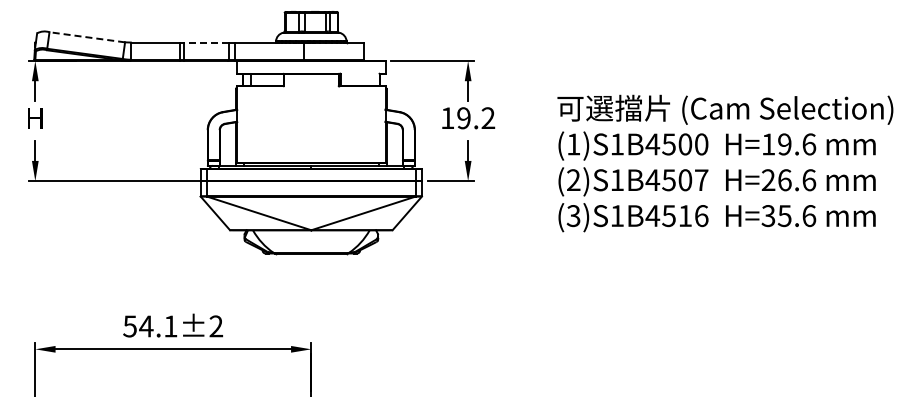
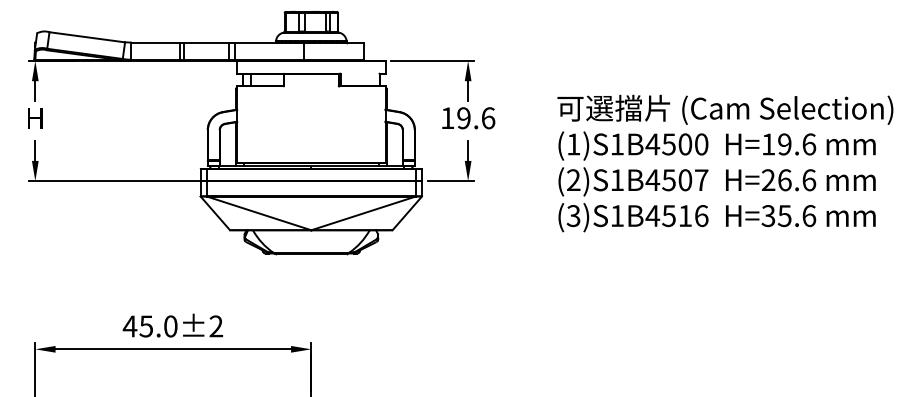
line at (86, 37): dashed -> solid
line at (206, 42): dashed -> solid
text at (488, 118): 19.2 -> 19.6
text at (149, 326): 54.1±2 -> 45.0±2
